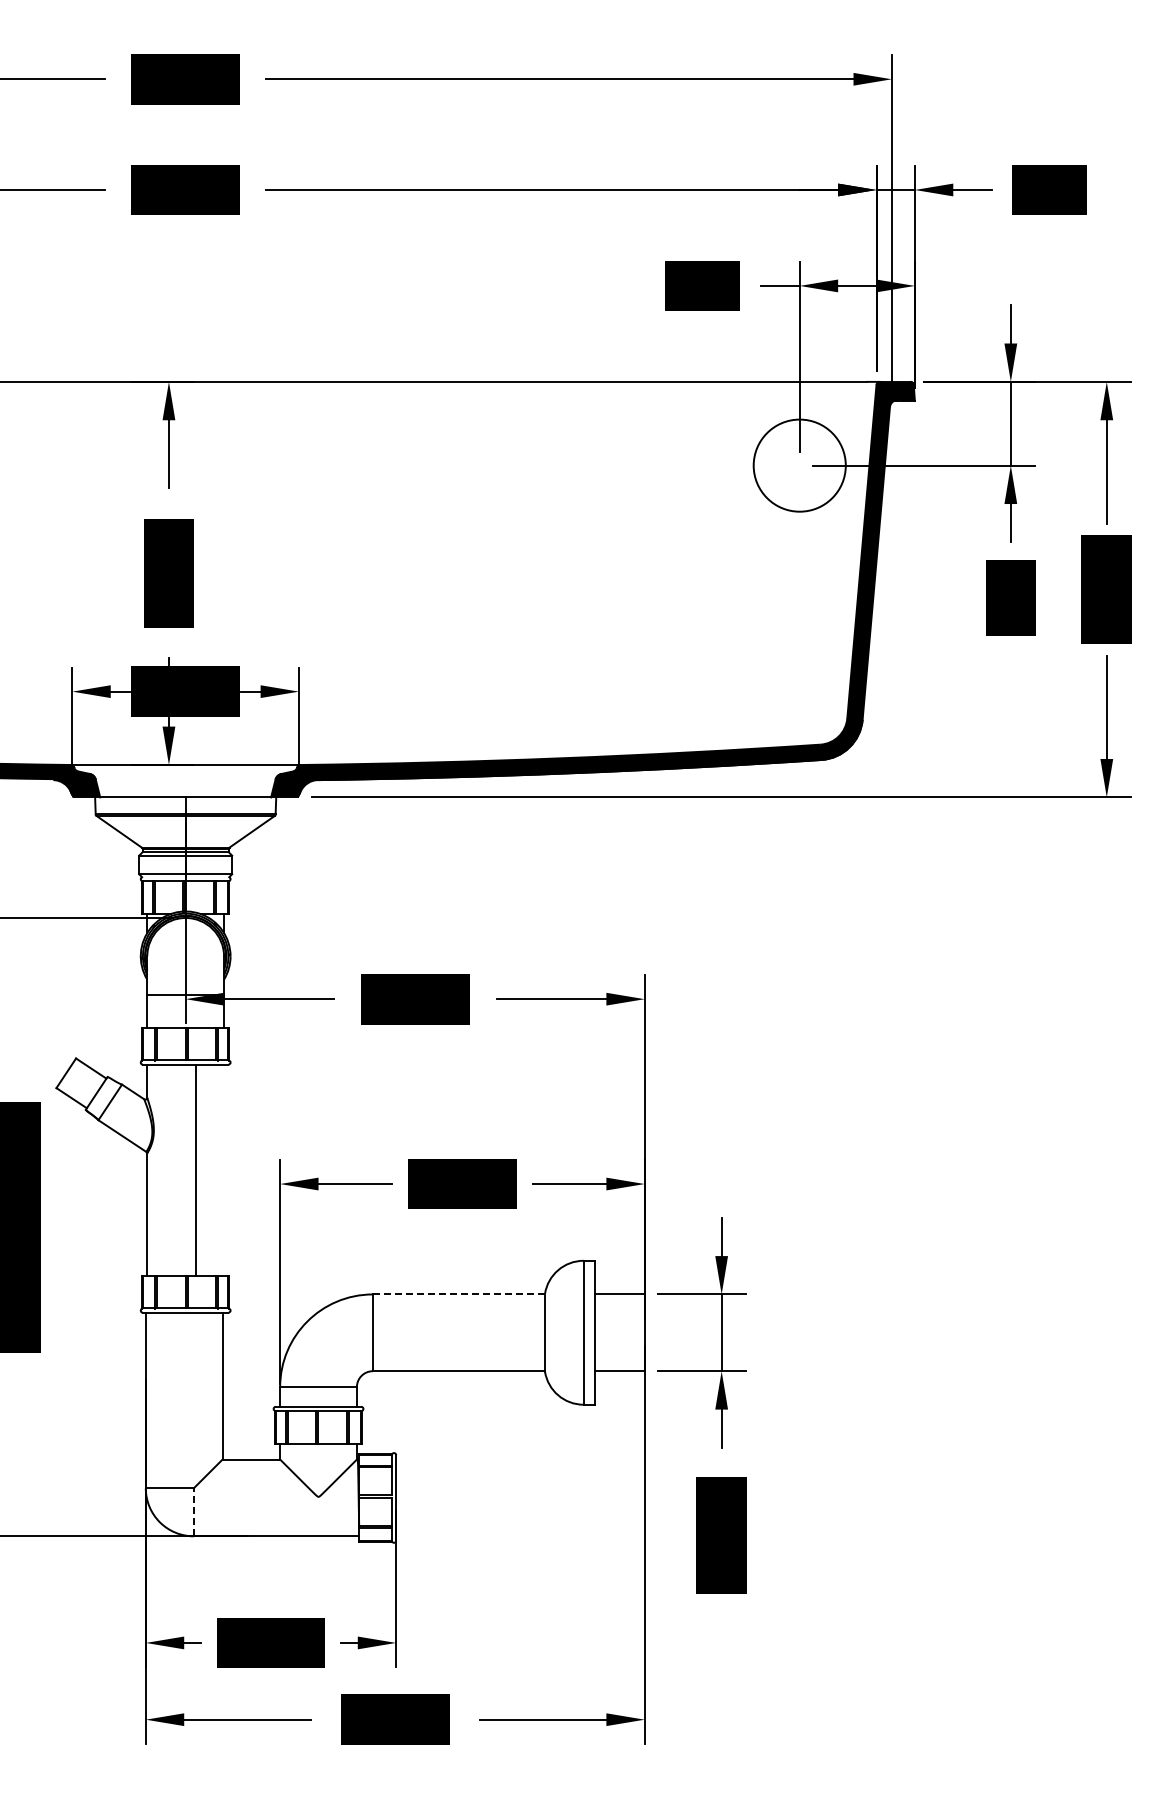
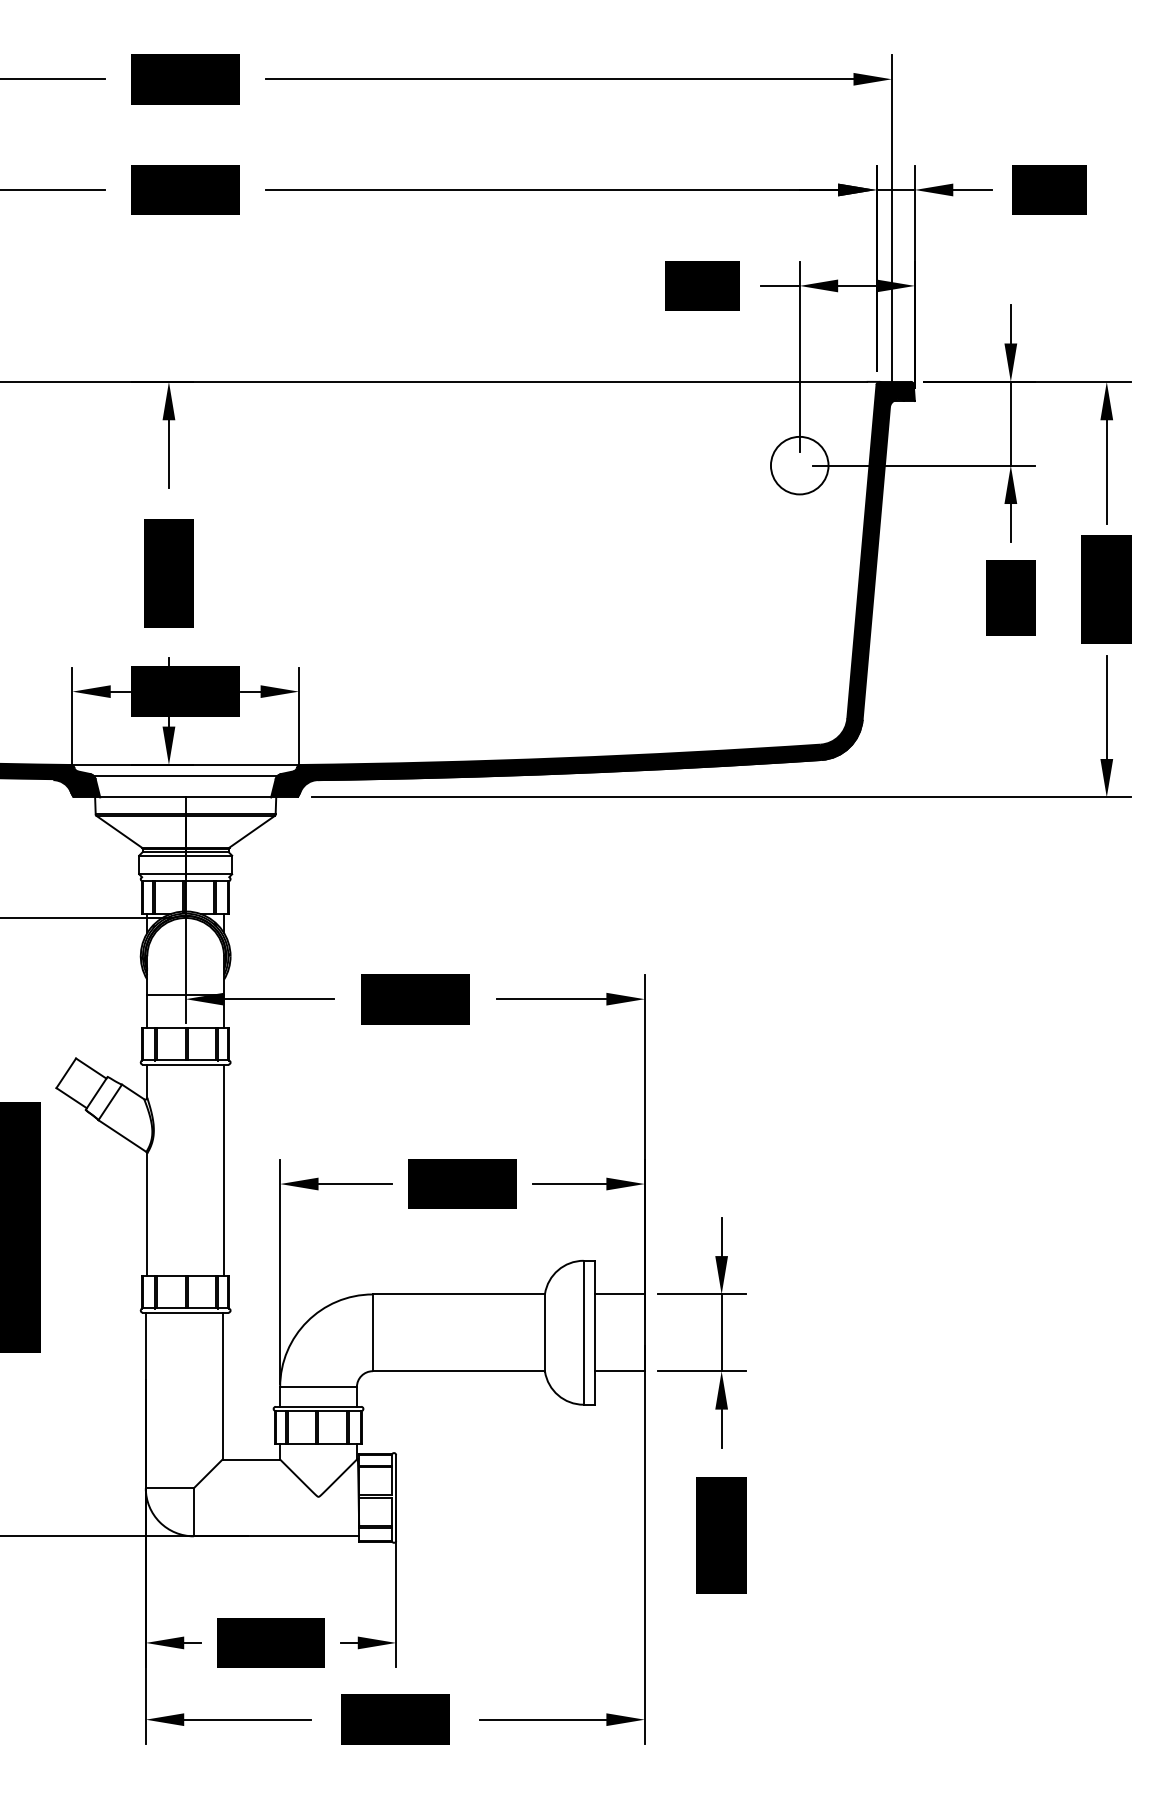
circle at (799, 465) diameter: 92 px -> 58 px
line at (185, 775): none -> present
line at (196, 1169) position: (196, 1169) -> (224, 1169)
line at (459, 1294): dashed -> solid
line at (193, 1512): dashed -> solid
